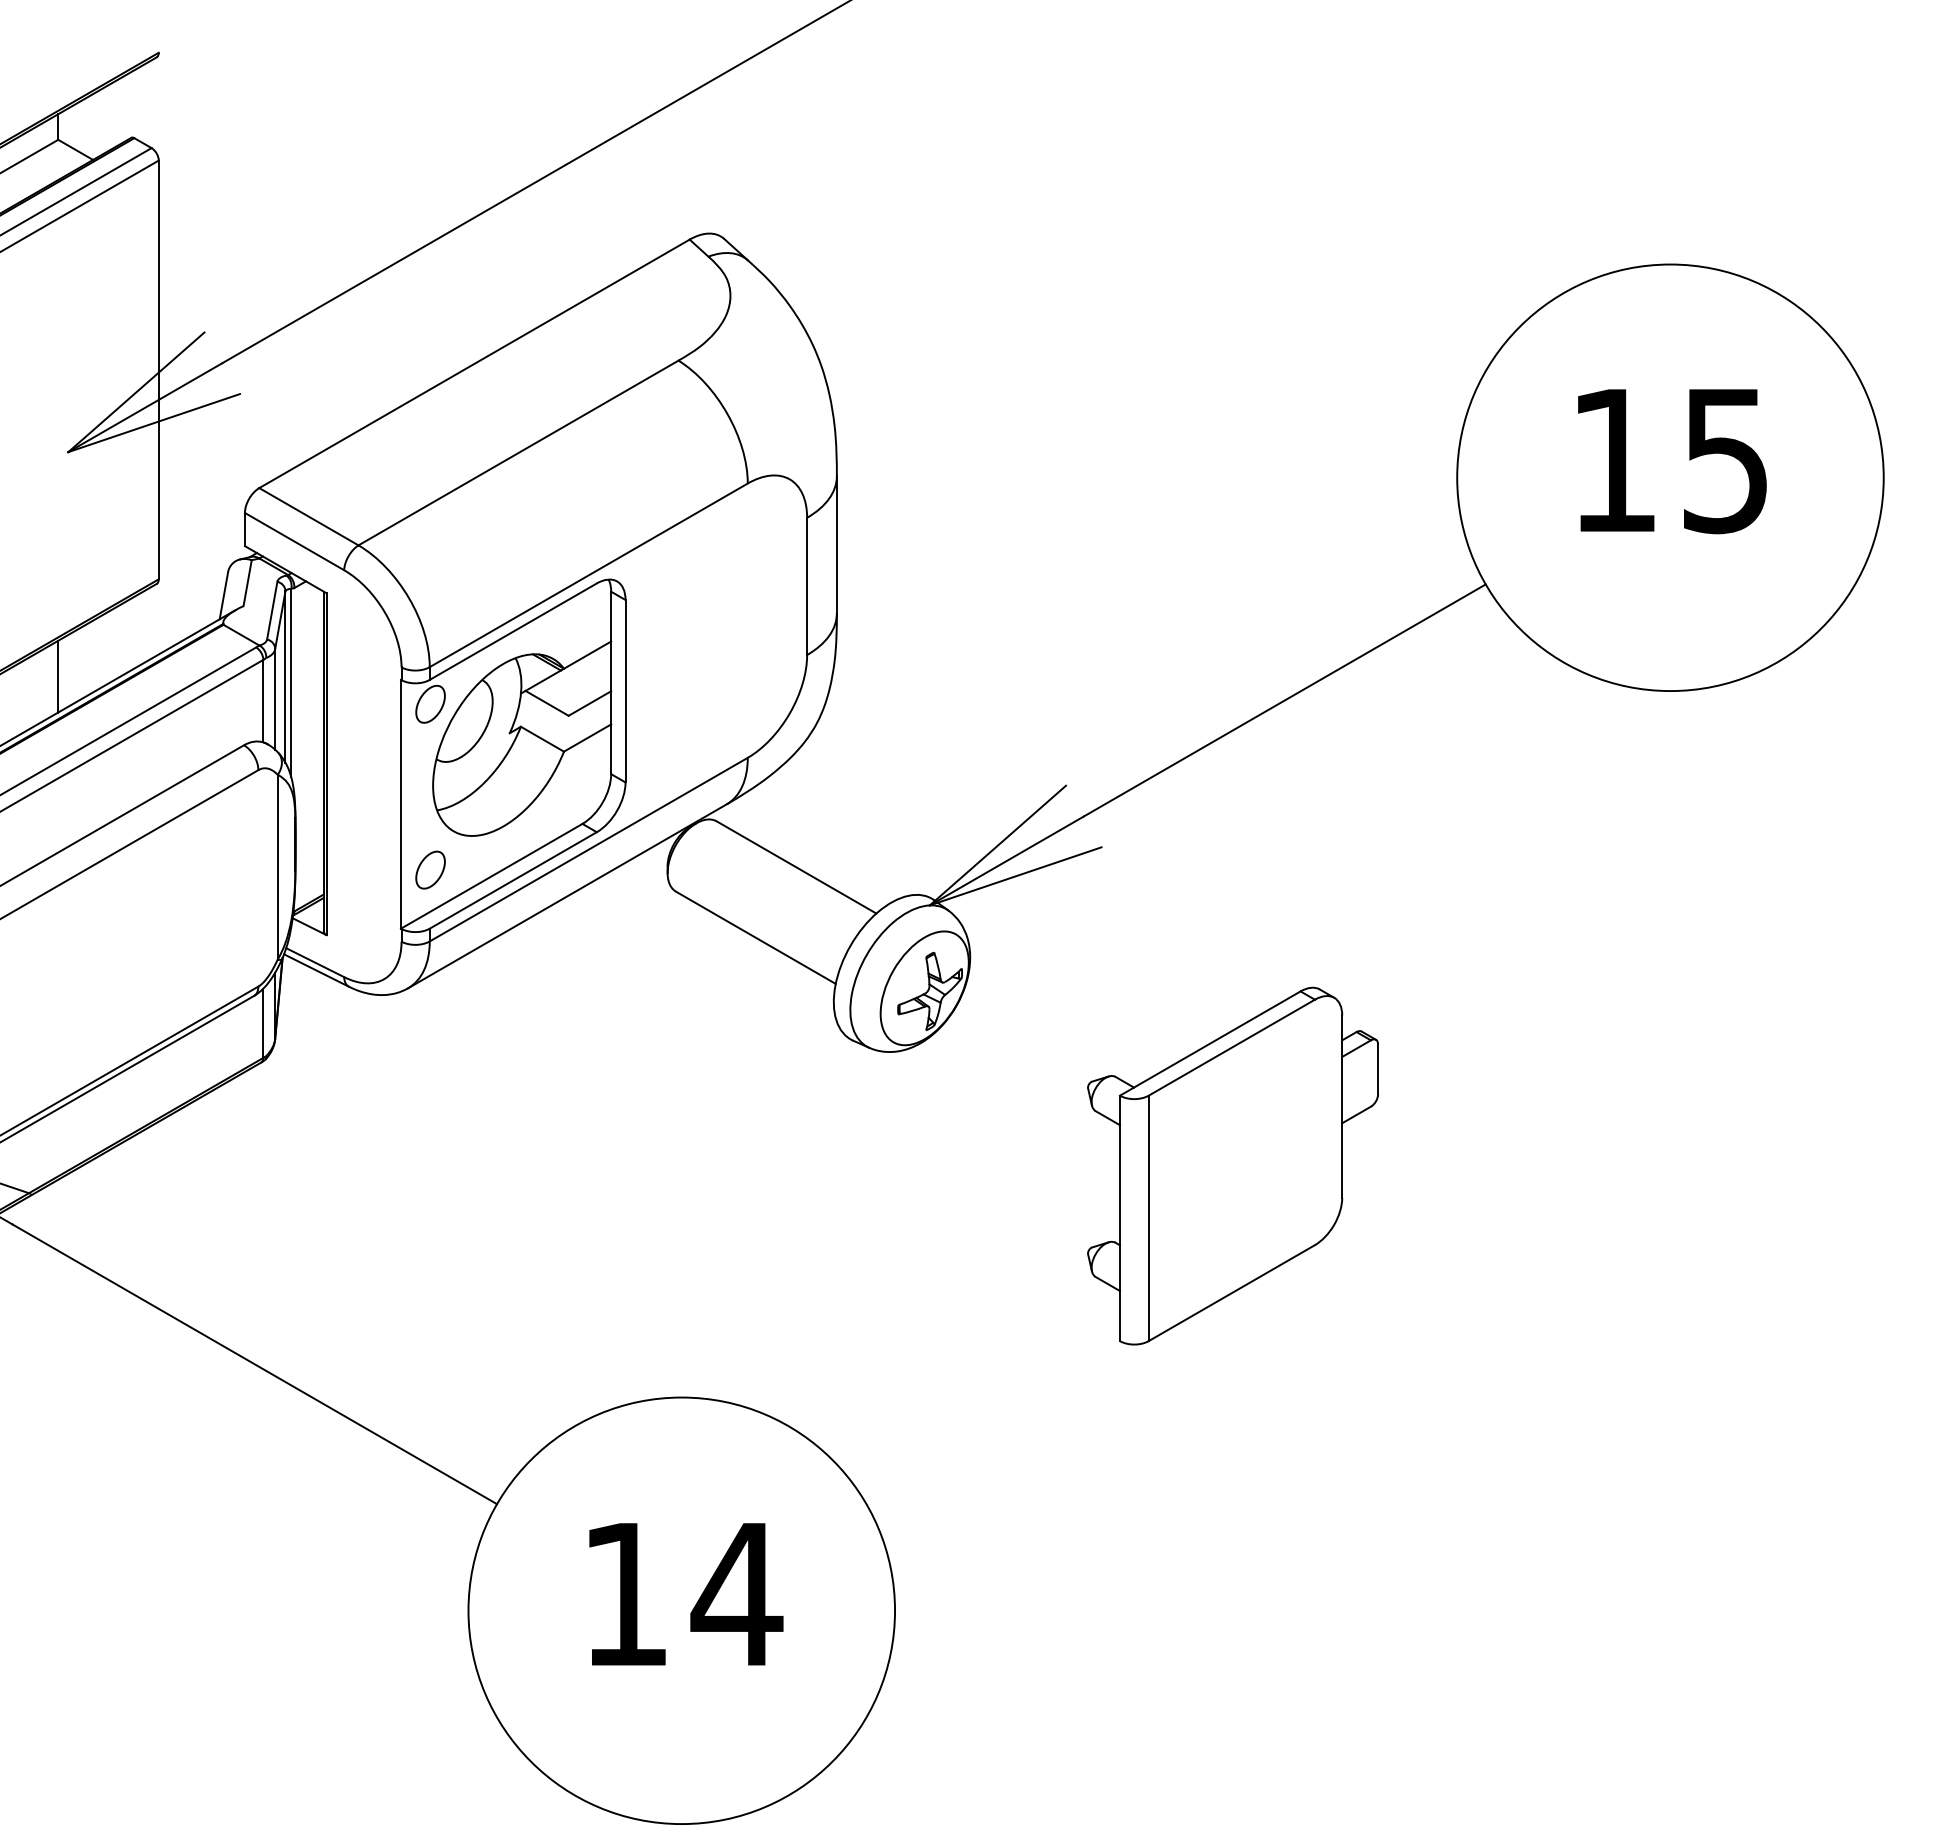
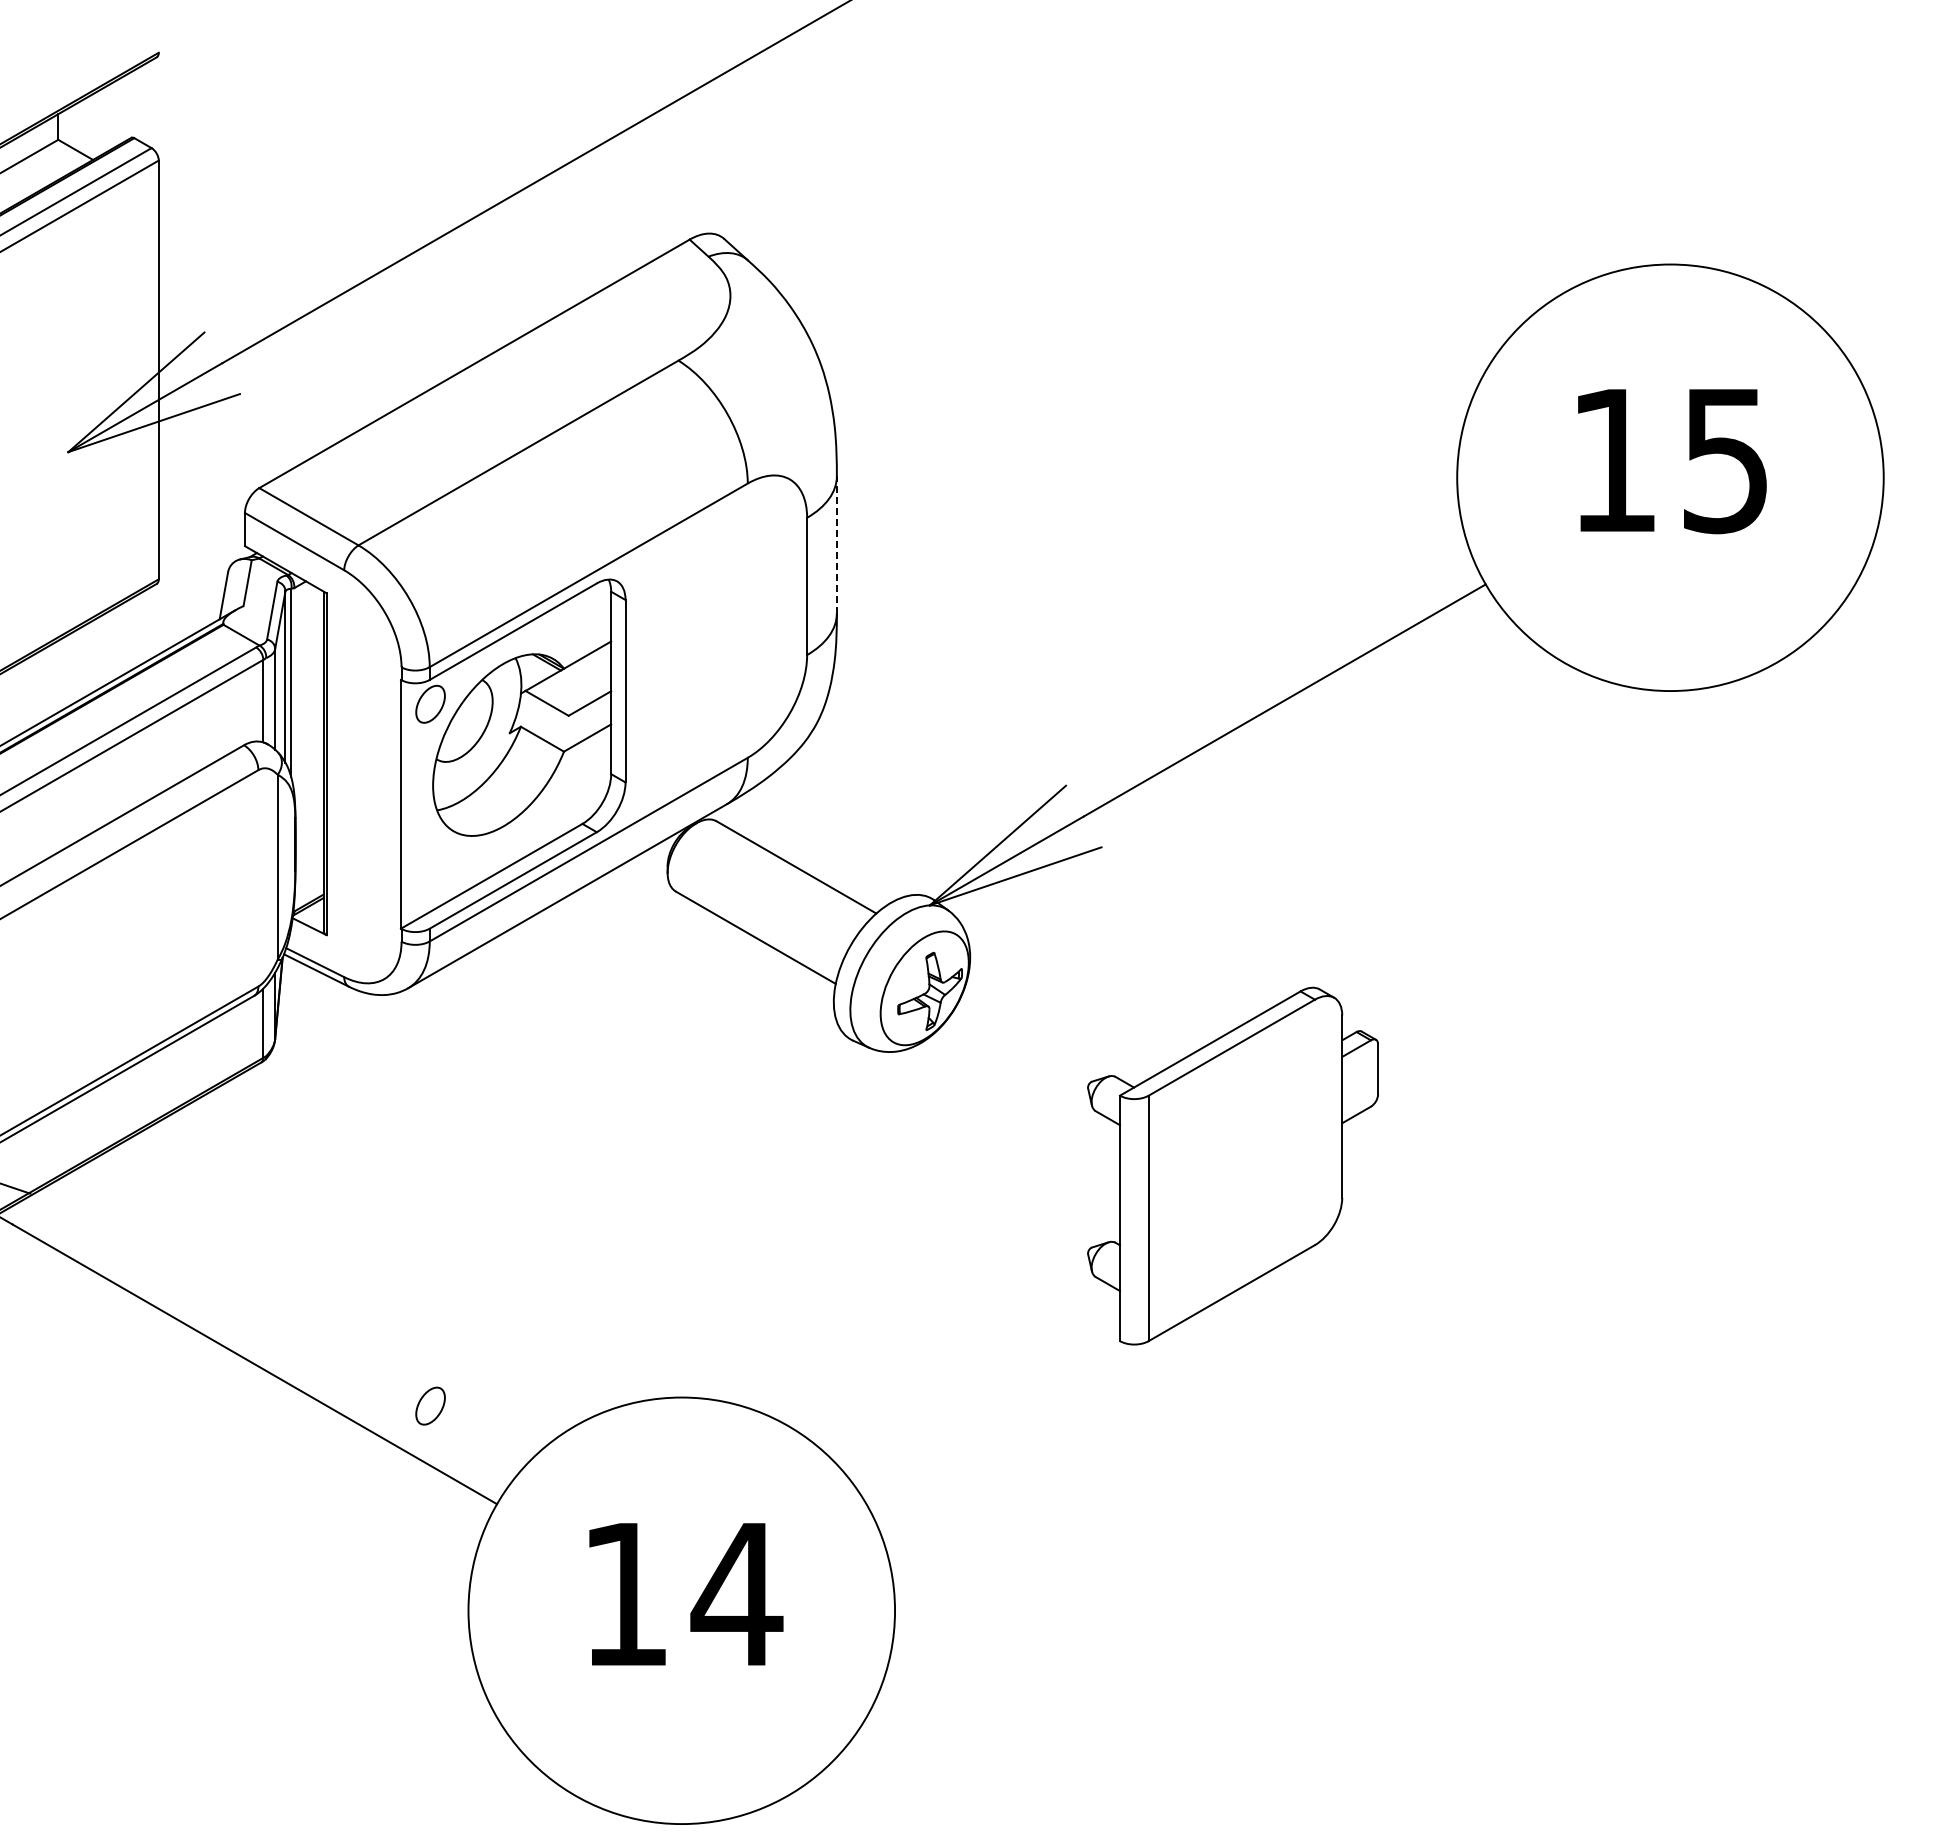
line at (836, 544): solid -> dashed
line at (58, 676): present -> none
part at (430, 869) position: (430, 869) -> (430, 1405)
